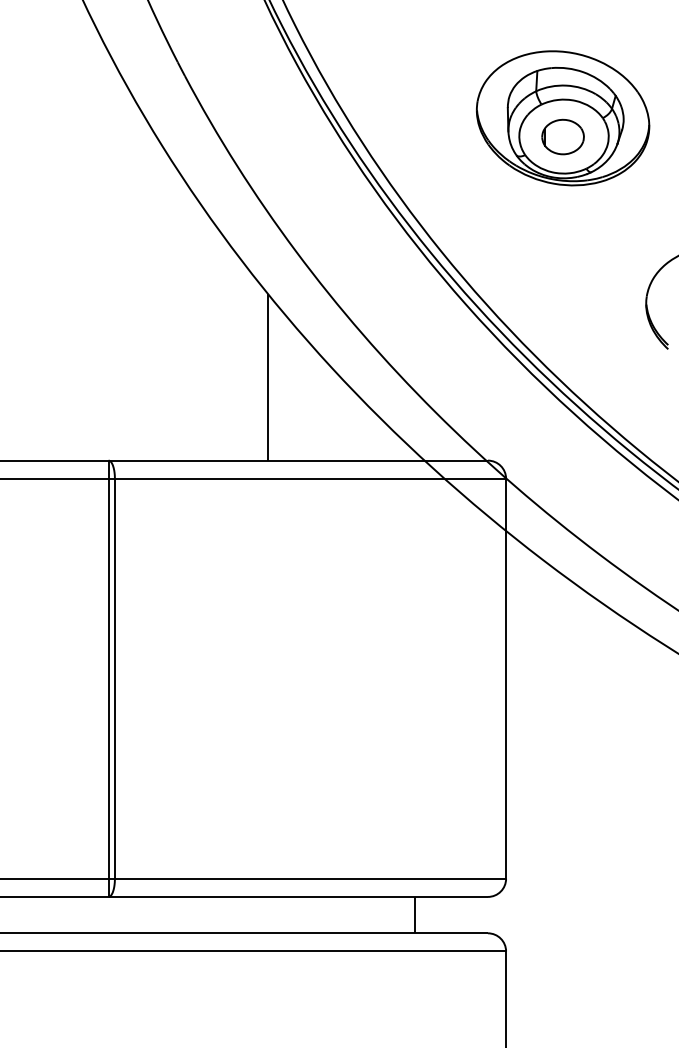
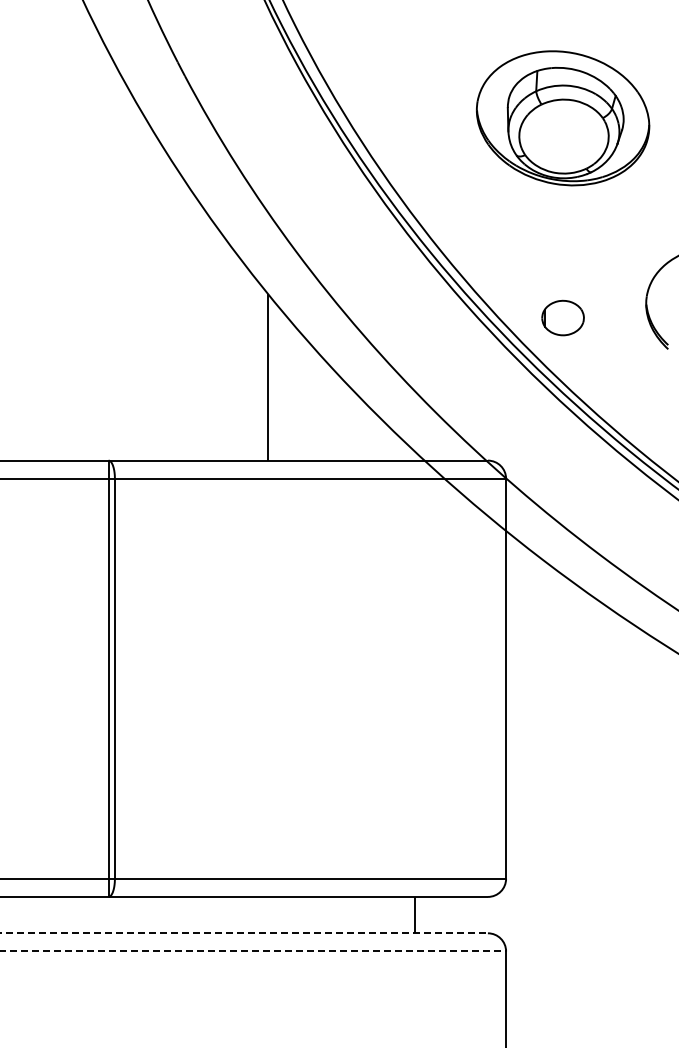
part at (562, 136) position: (562, 136) -> (562, 317)
line at (244, 933): solid -> dashed
line at (253, 951): solid -> dashed
